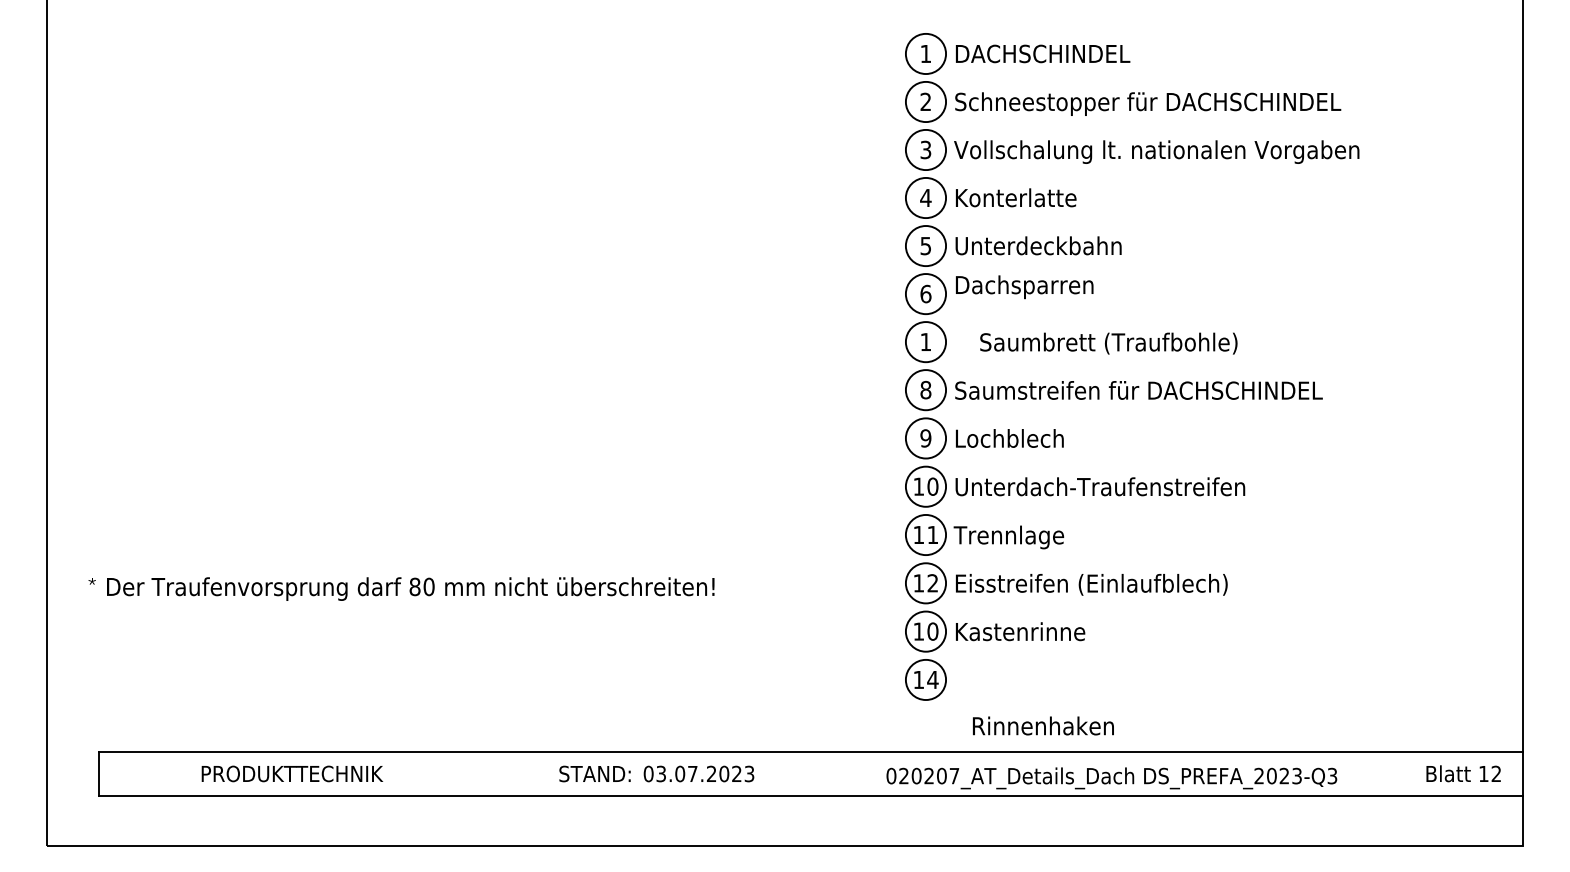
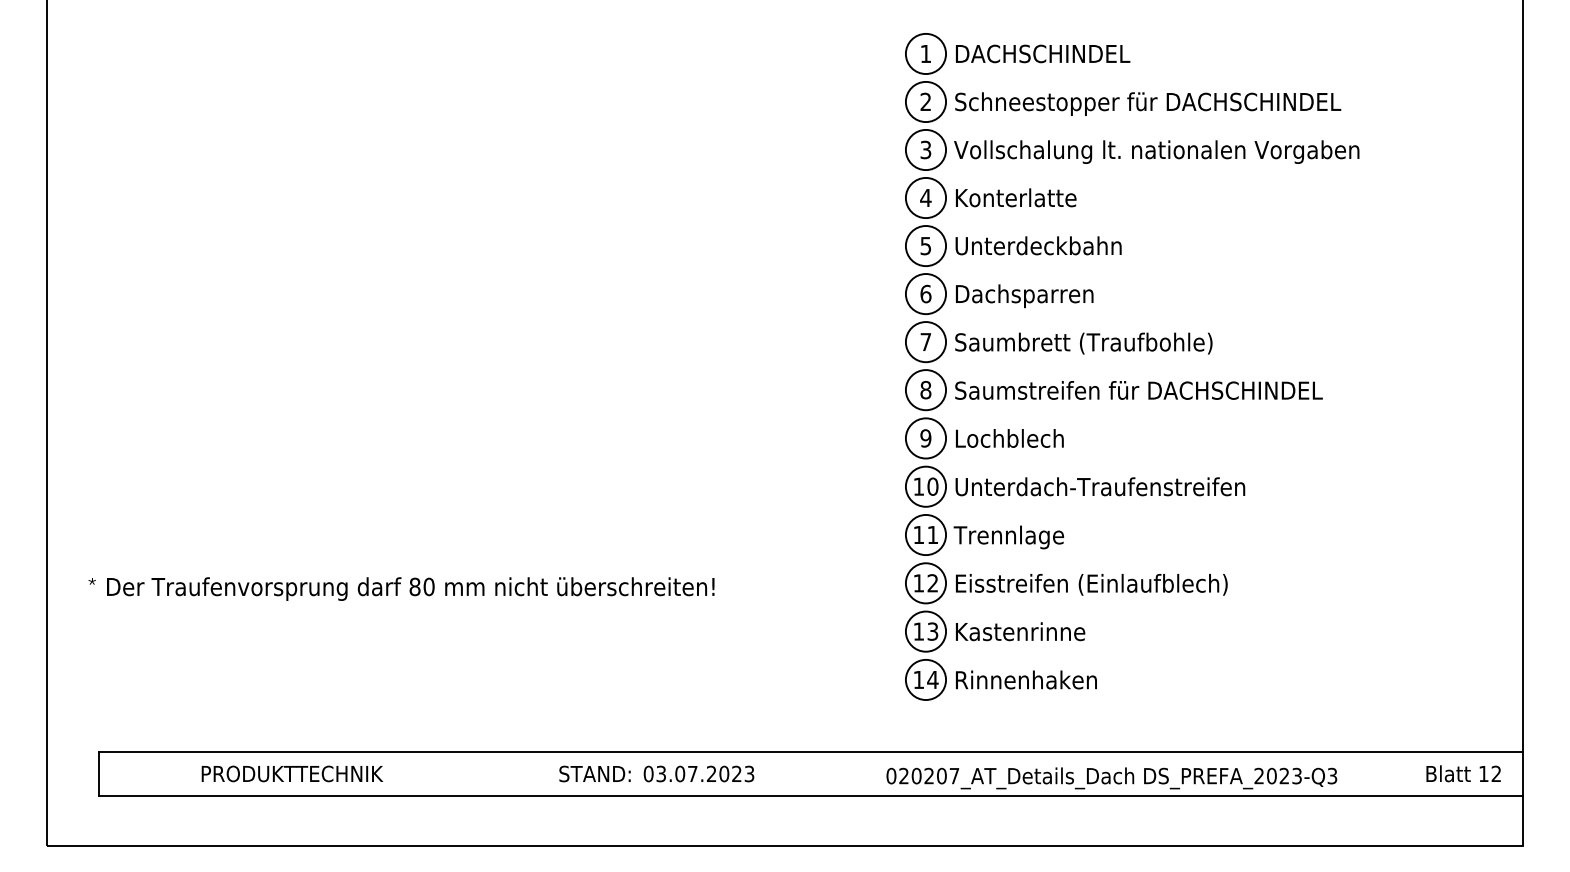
text at (1024, 287) position: (1024, 287) -> (1024, 296)
text at (925, 341): 1 -> 7
text at (1108, 343) position: (1108, 343) -> (1083, 343)
text at (932, 631): 10 -> 13
text at (1043, 725) position: (1043, 725) -> (1026, 679)
